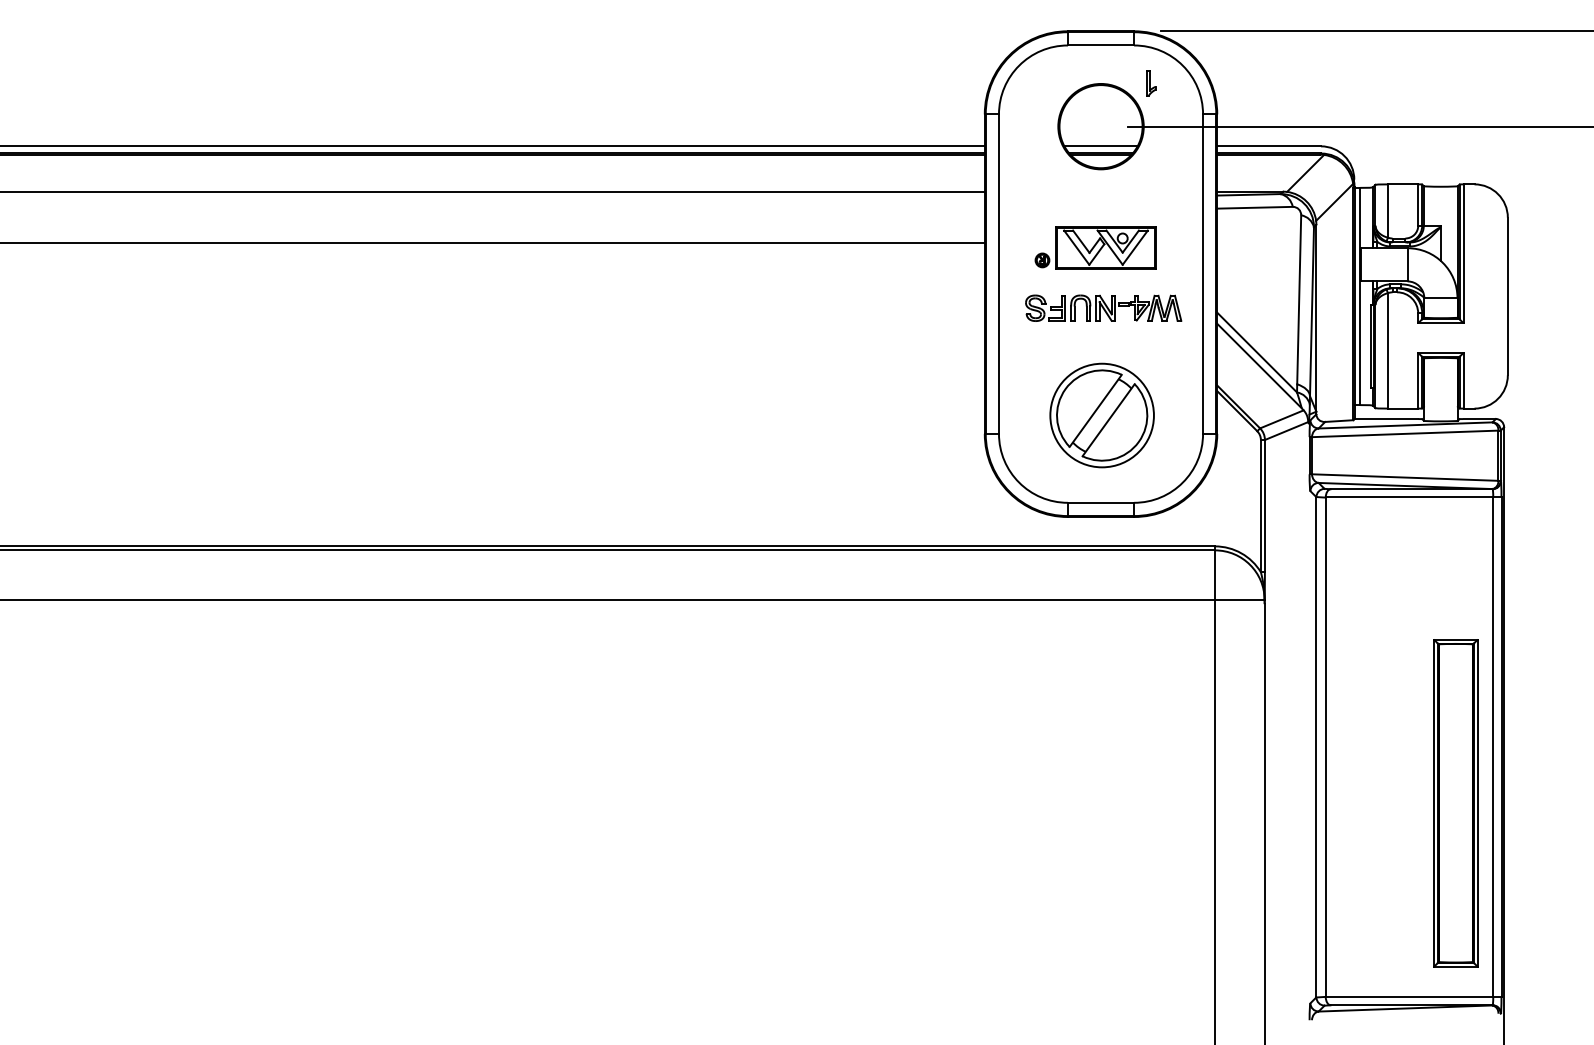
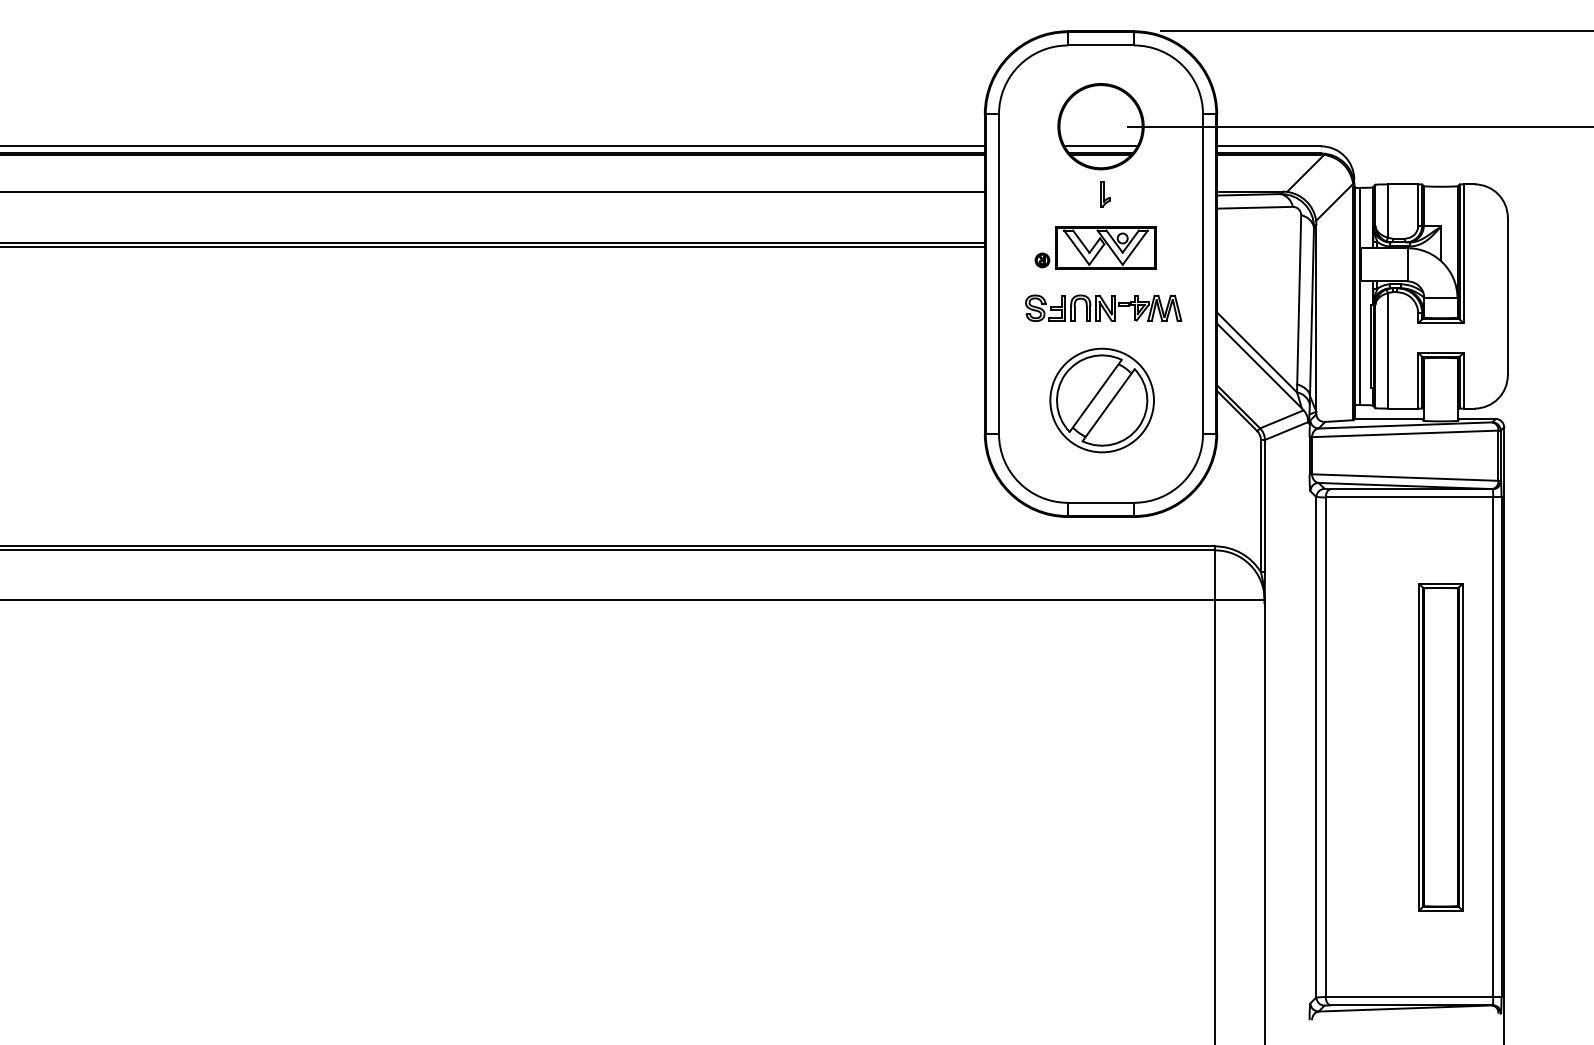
part at (1151, 83) position: (1151, 83) -> (1105, 194)
line at (493, 247): none -> present
part at (1101, 415) position: (1101, 415) -> (1101, 400)
part at (1455, 803) position: (1455, 803) -> (1440, 747)
